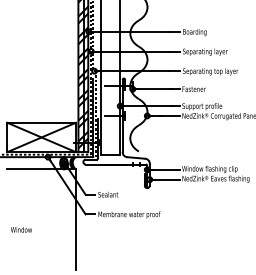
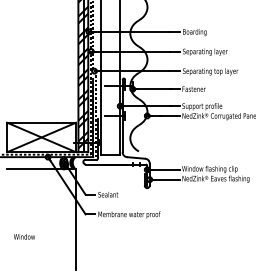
text at (21, 229) position: (21, 229) -> (24, 236)
